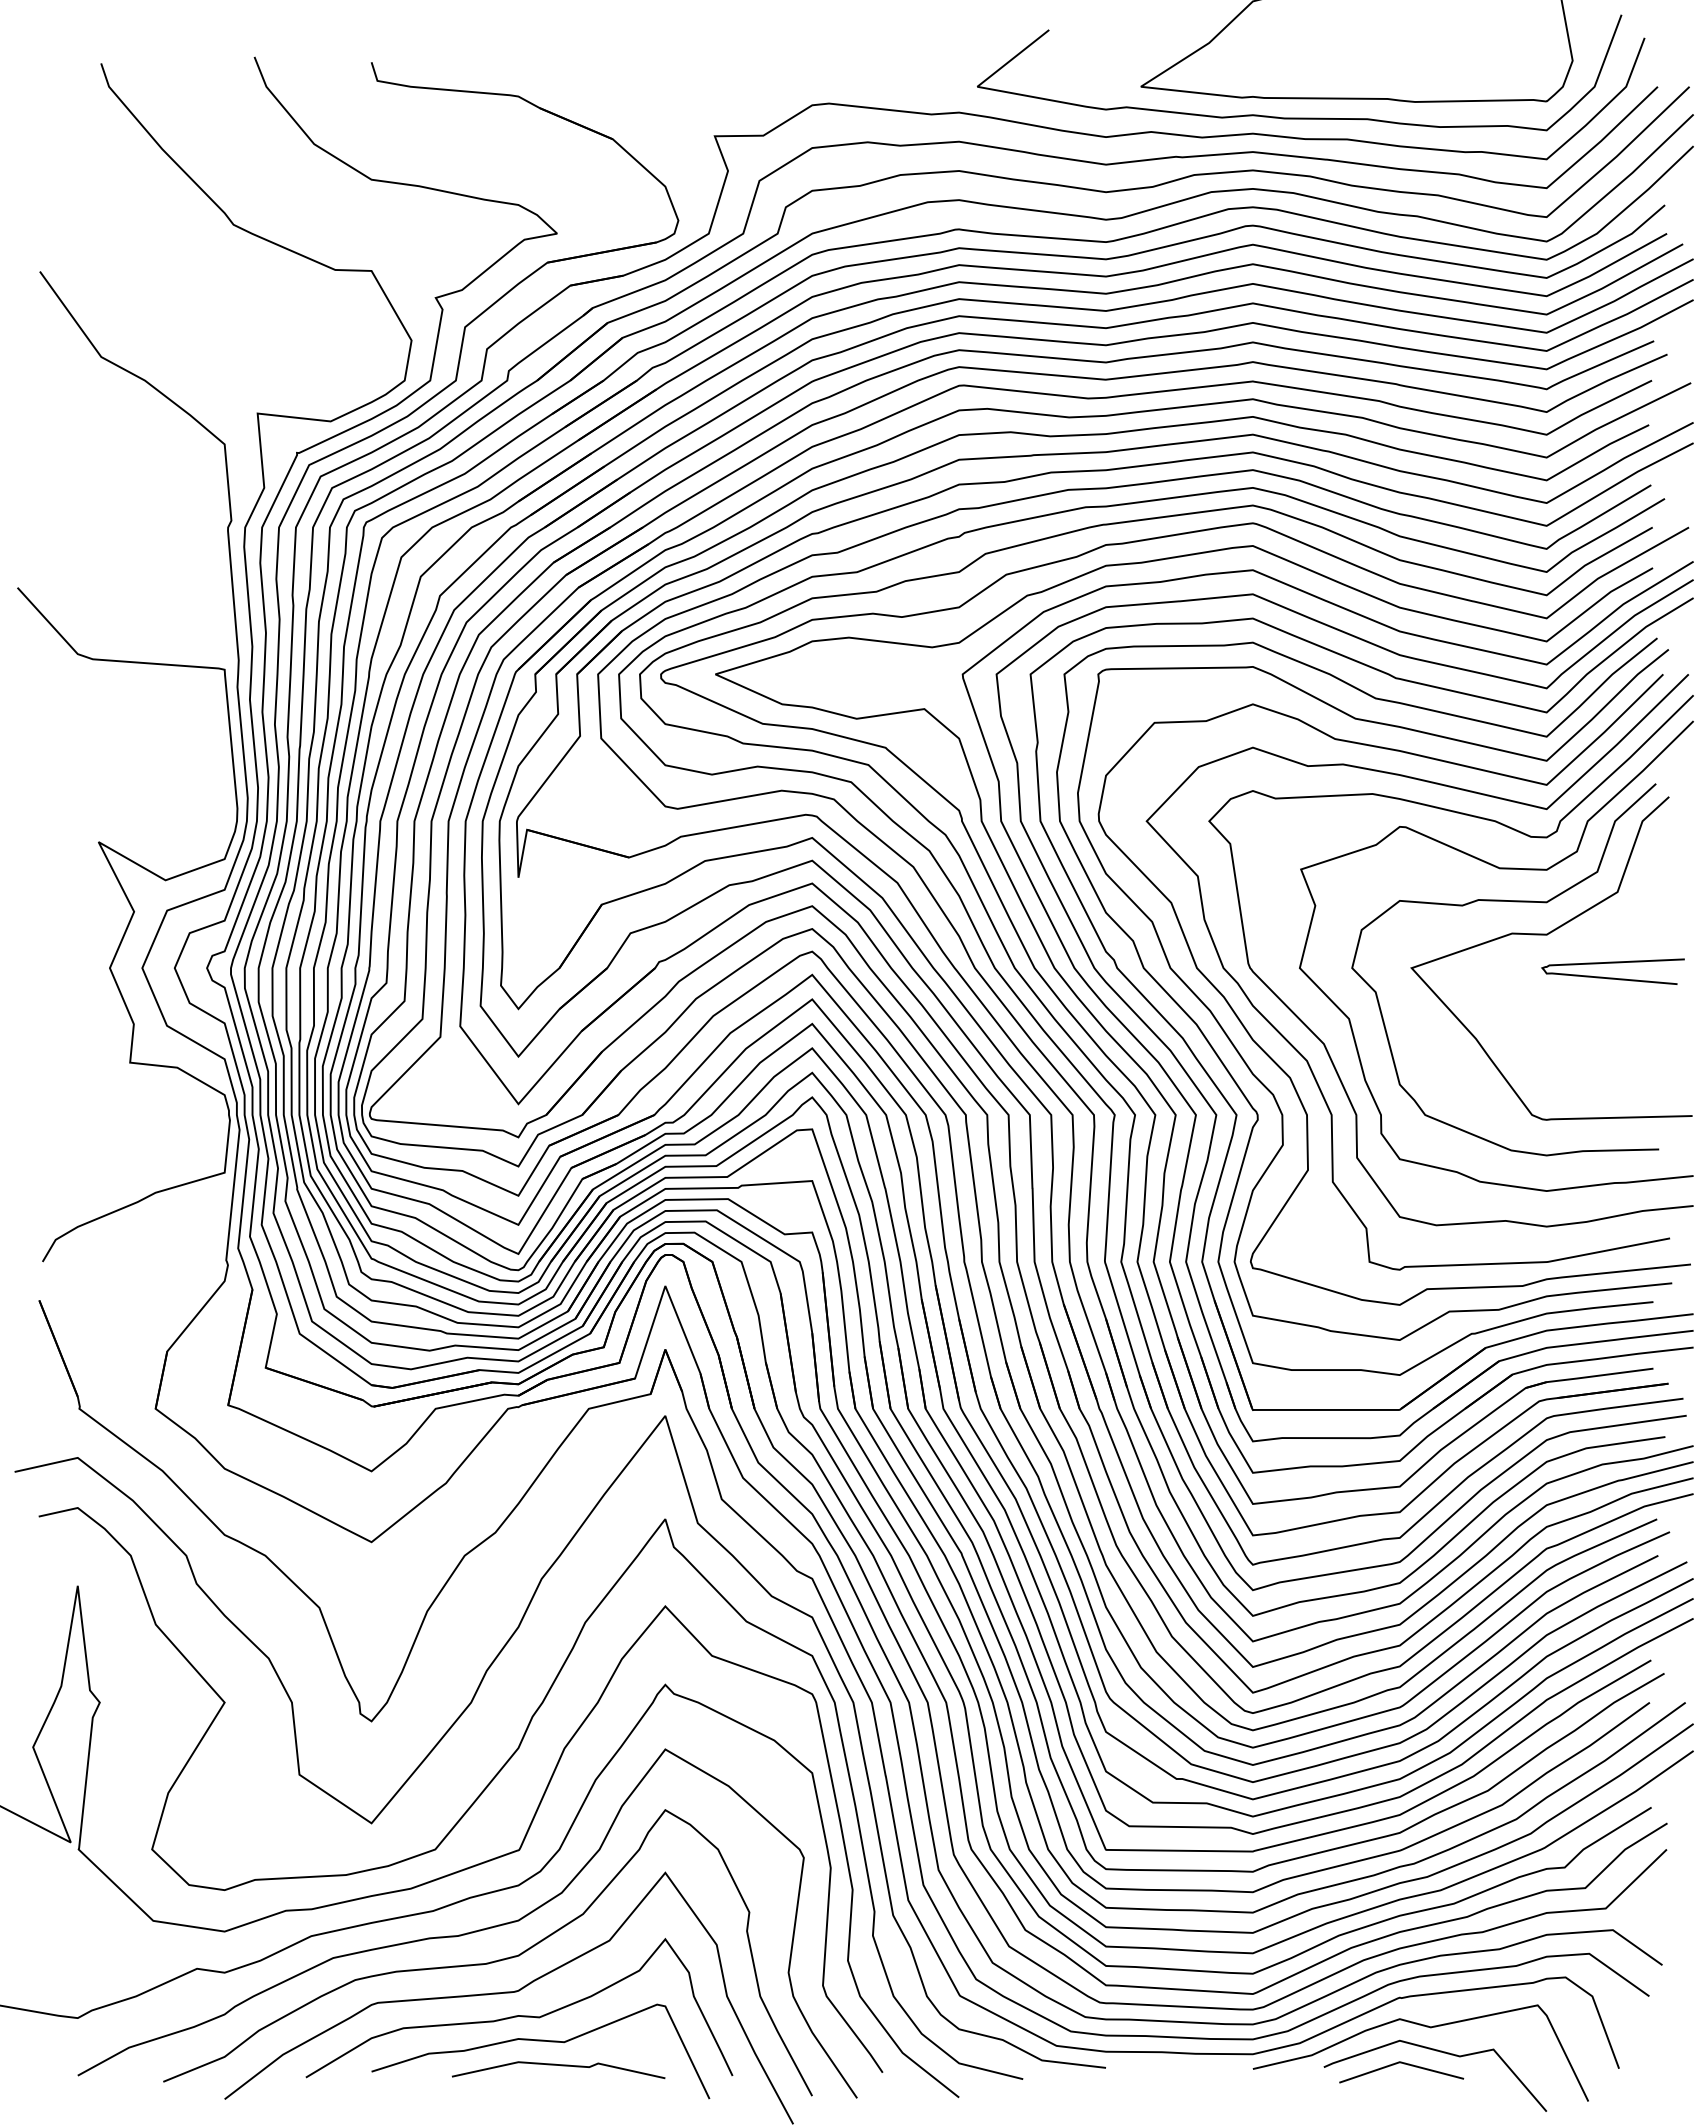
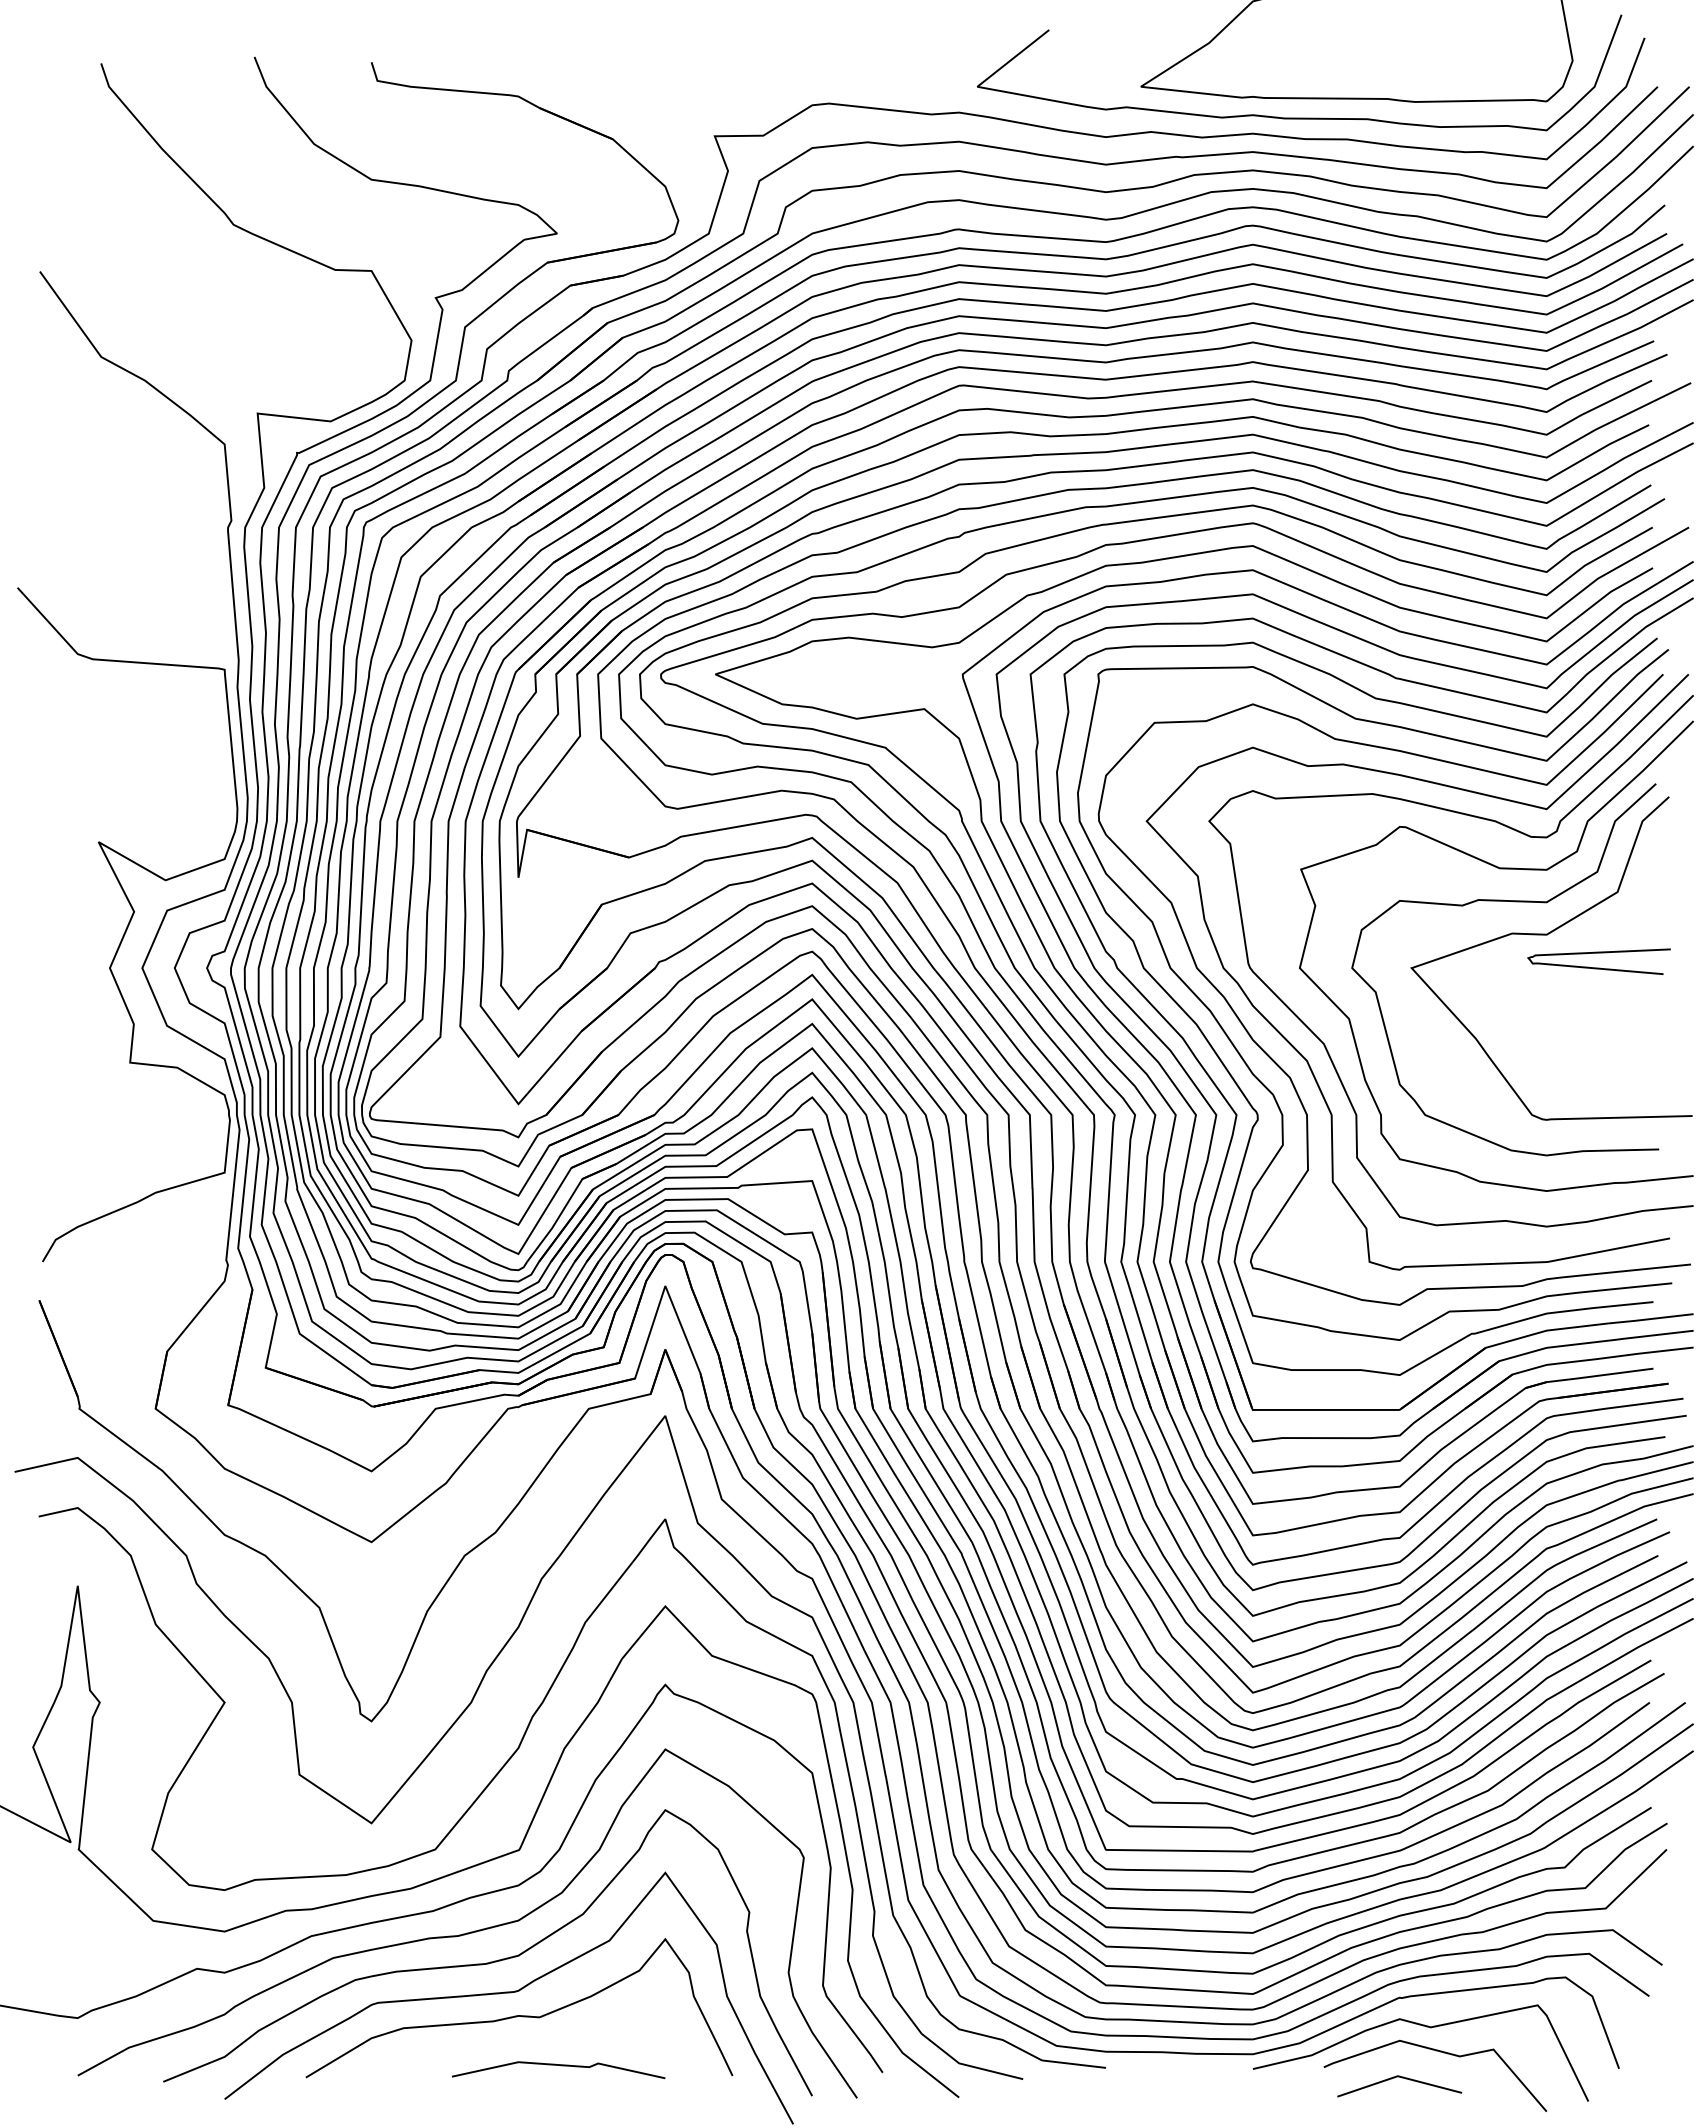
curve at (1612, 977) position: (1612, 977) -> (1598, 967)
curve at (540, 2041): present -> none
line at (1403, 2064) position: (1403, 2064) -> (1401, 2078)
